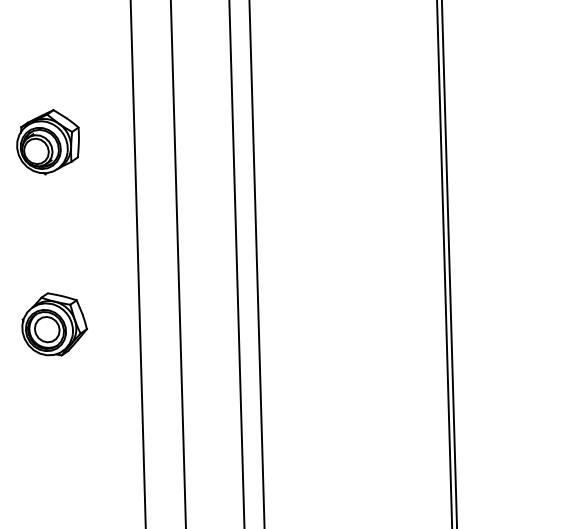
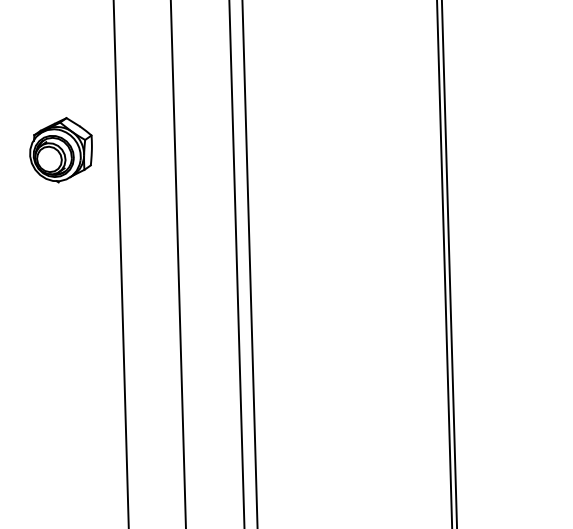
part at (47, 142) position: (47, 142) -> (60, 150)
line at (137, 263) position: (137, 263) -> (120, 263)
line at (256, 263) position: (256, 263) -> (249, 263)
part at (54, 324): present -> none
